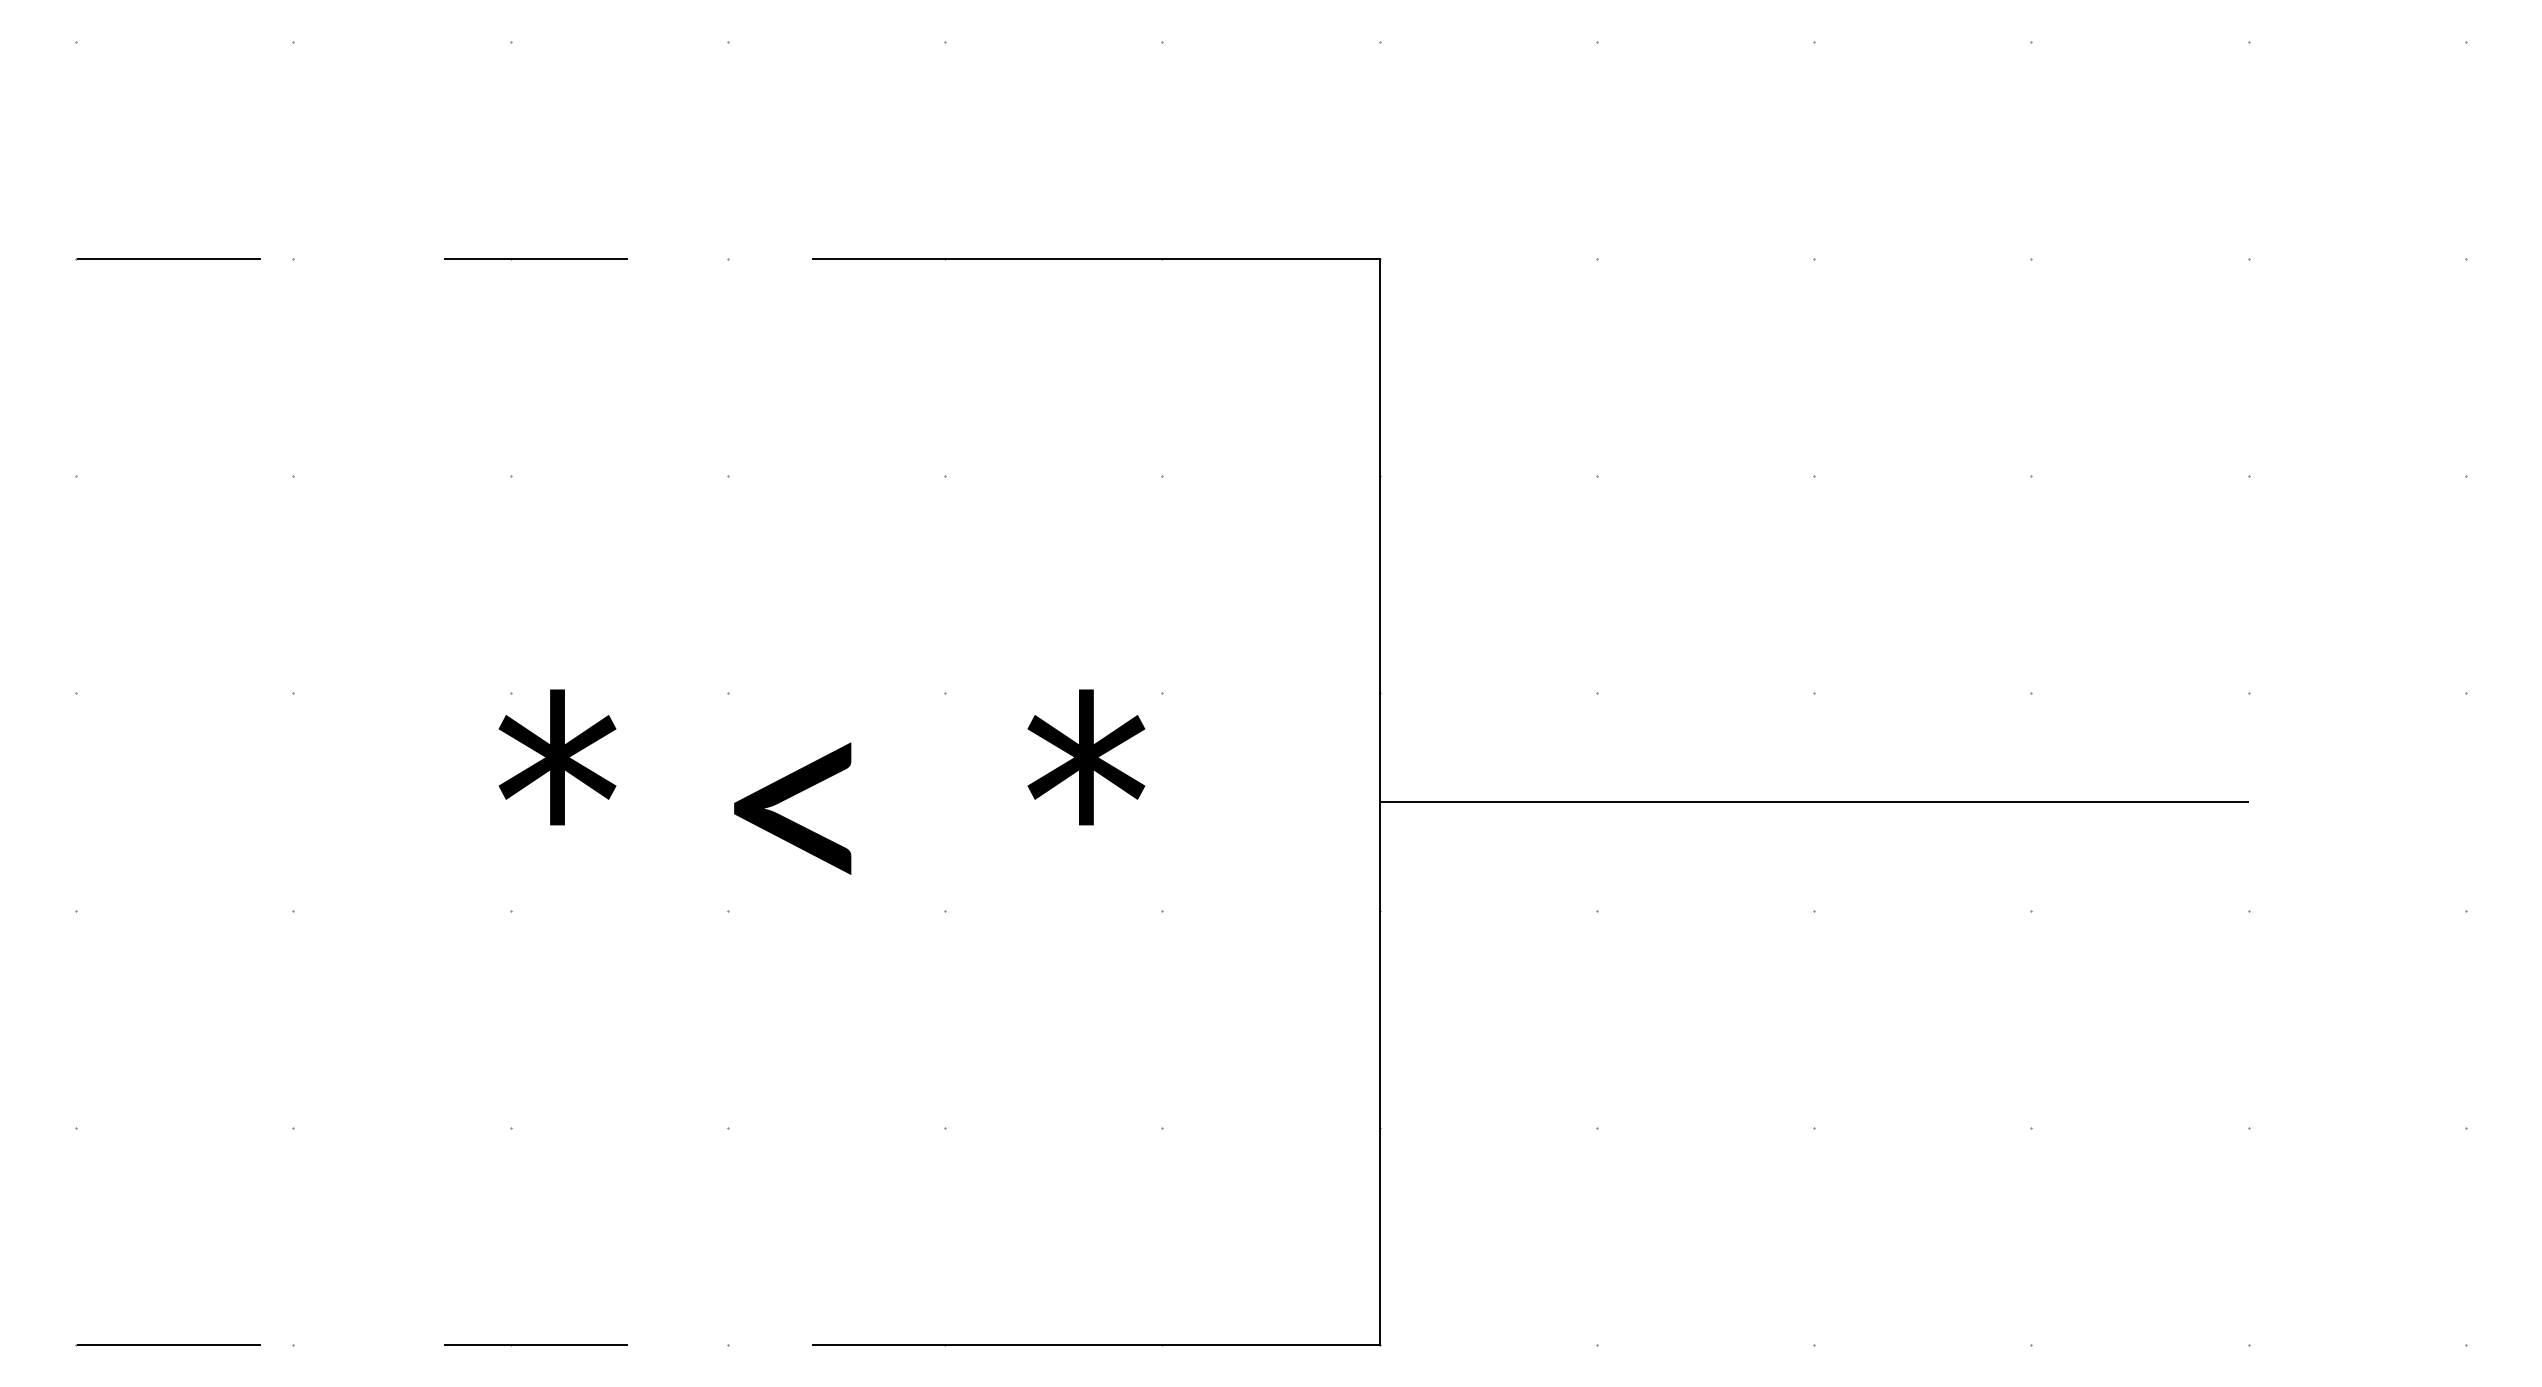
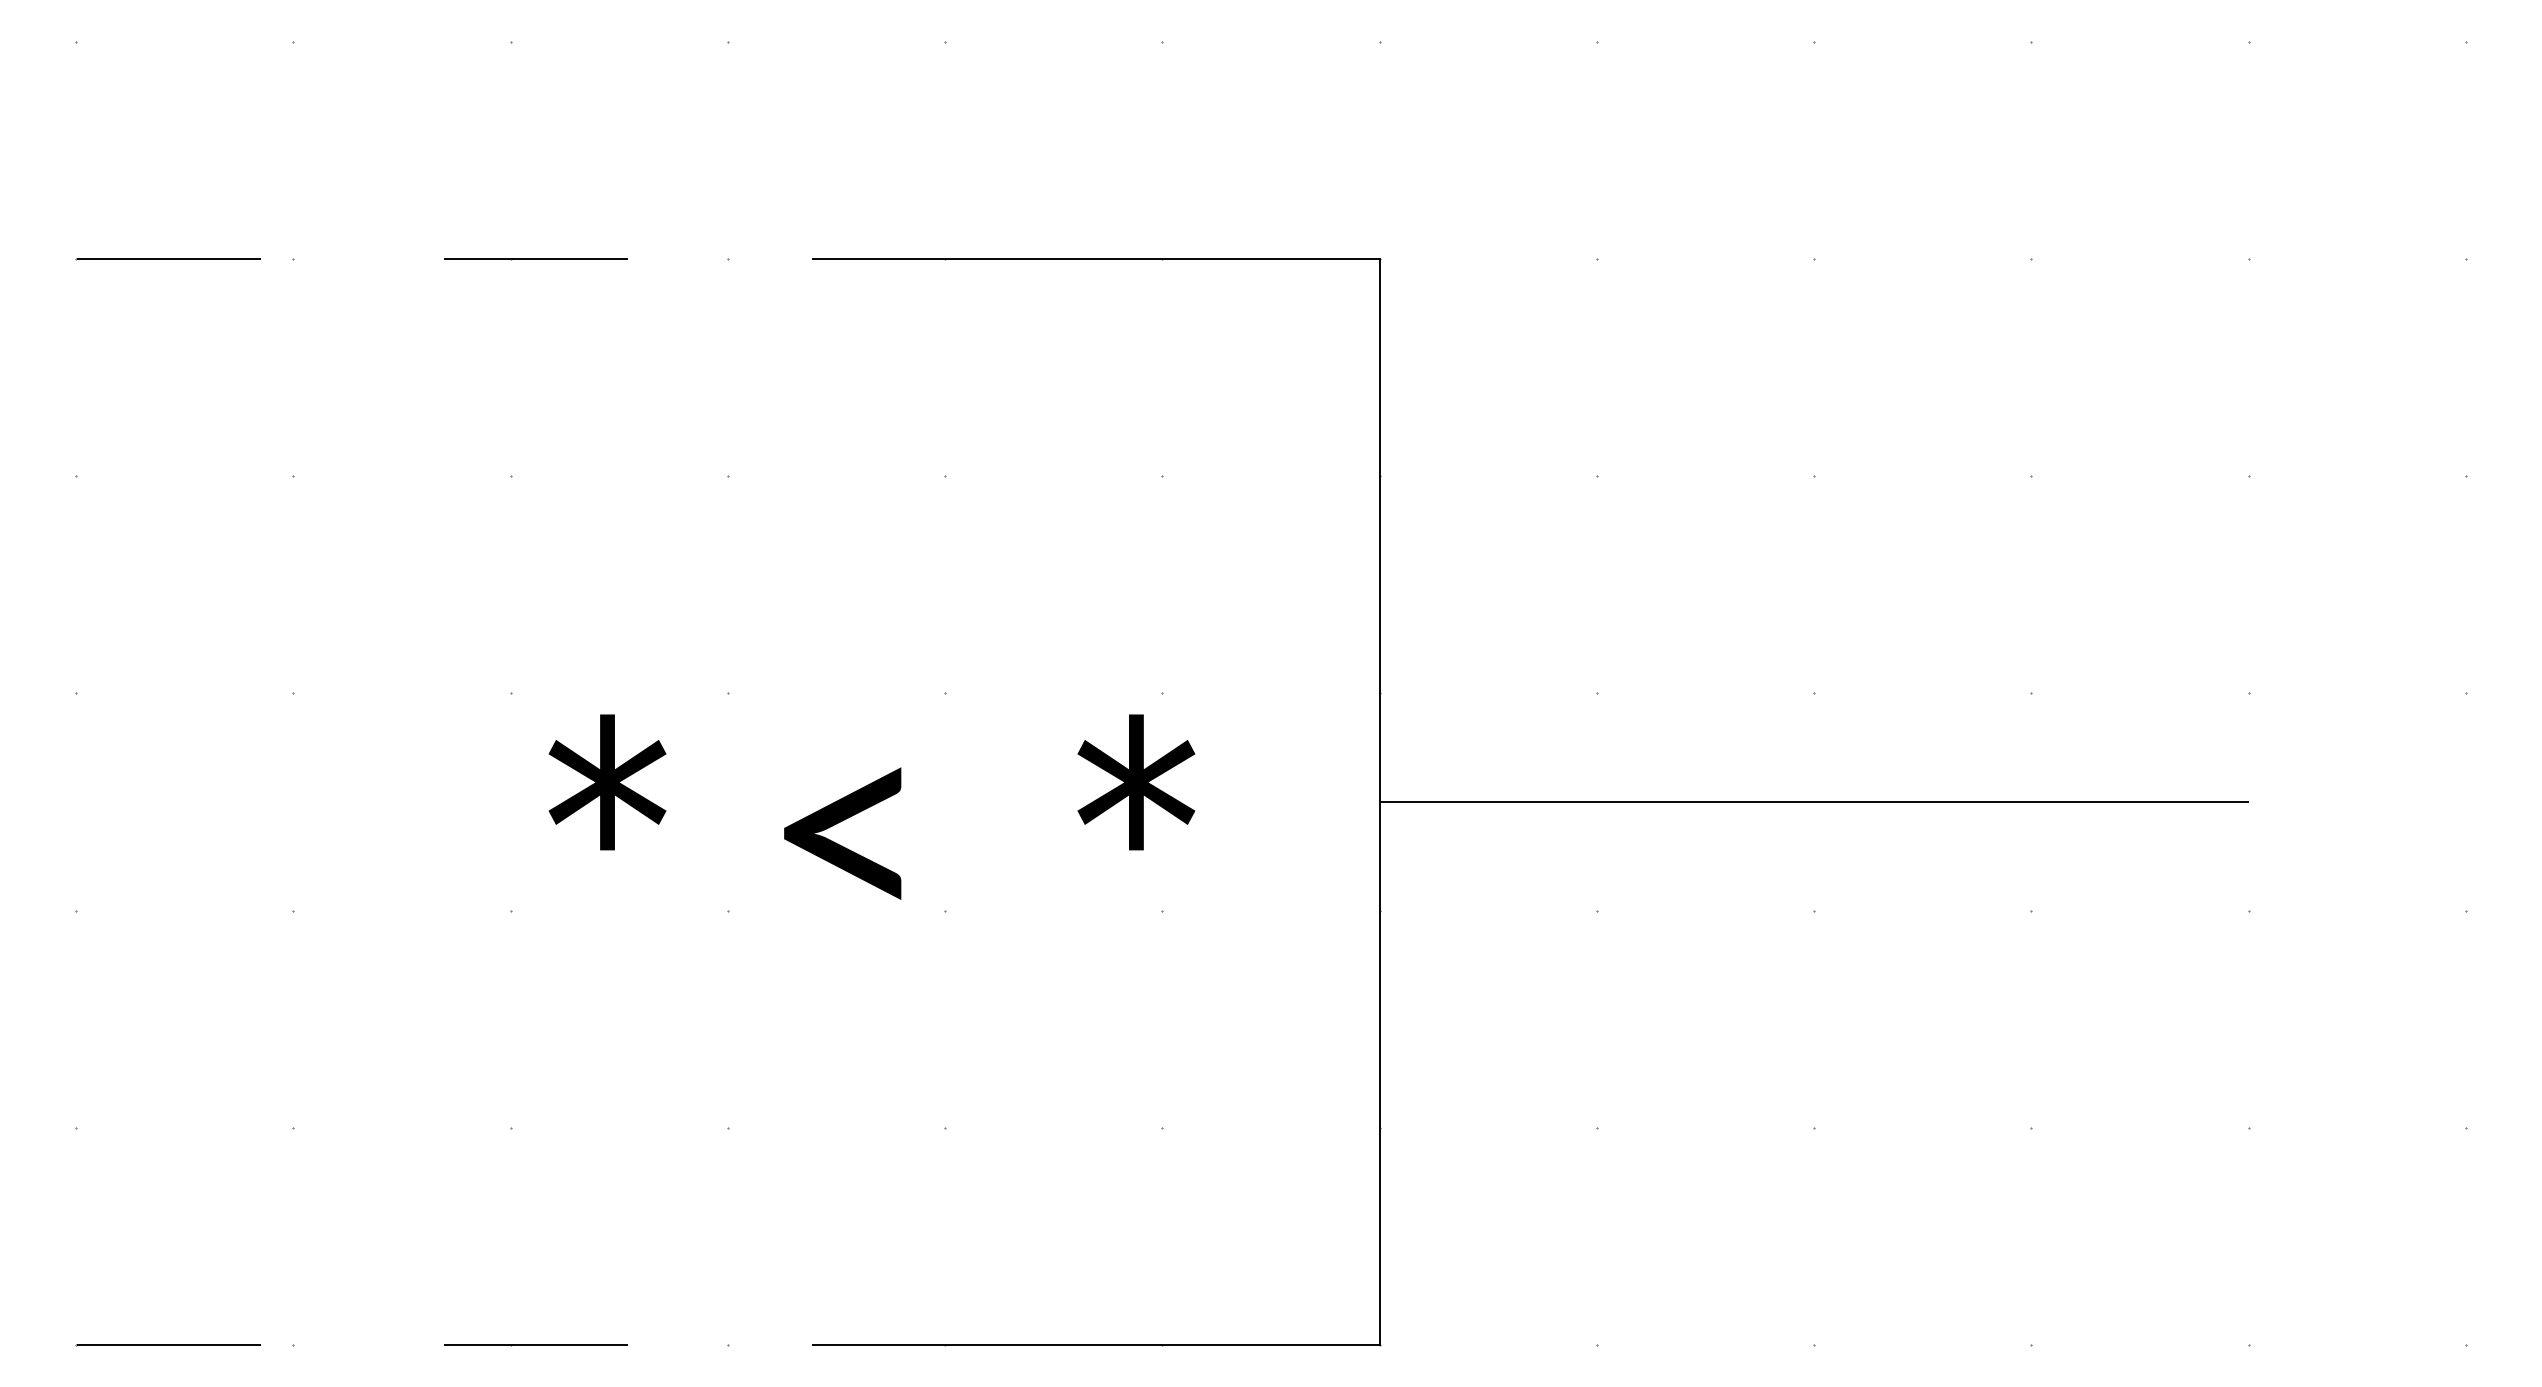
text at (821, 781) position: (821, 781) -> (871, 806)
